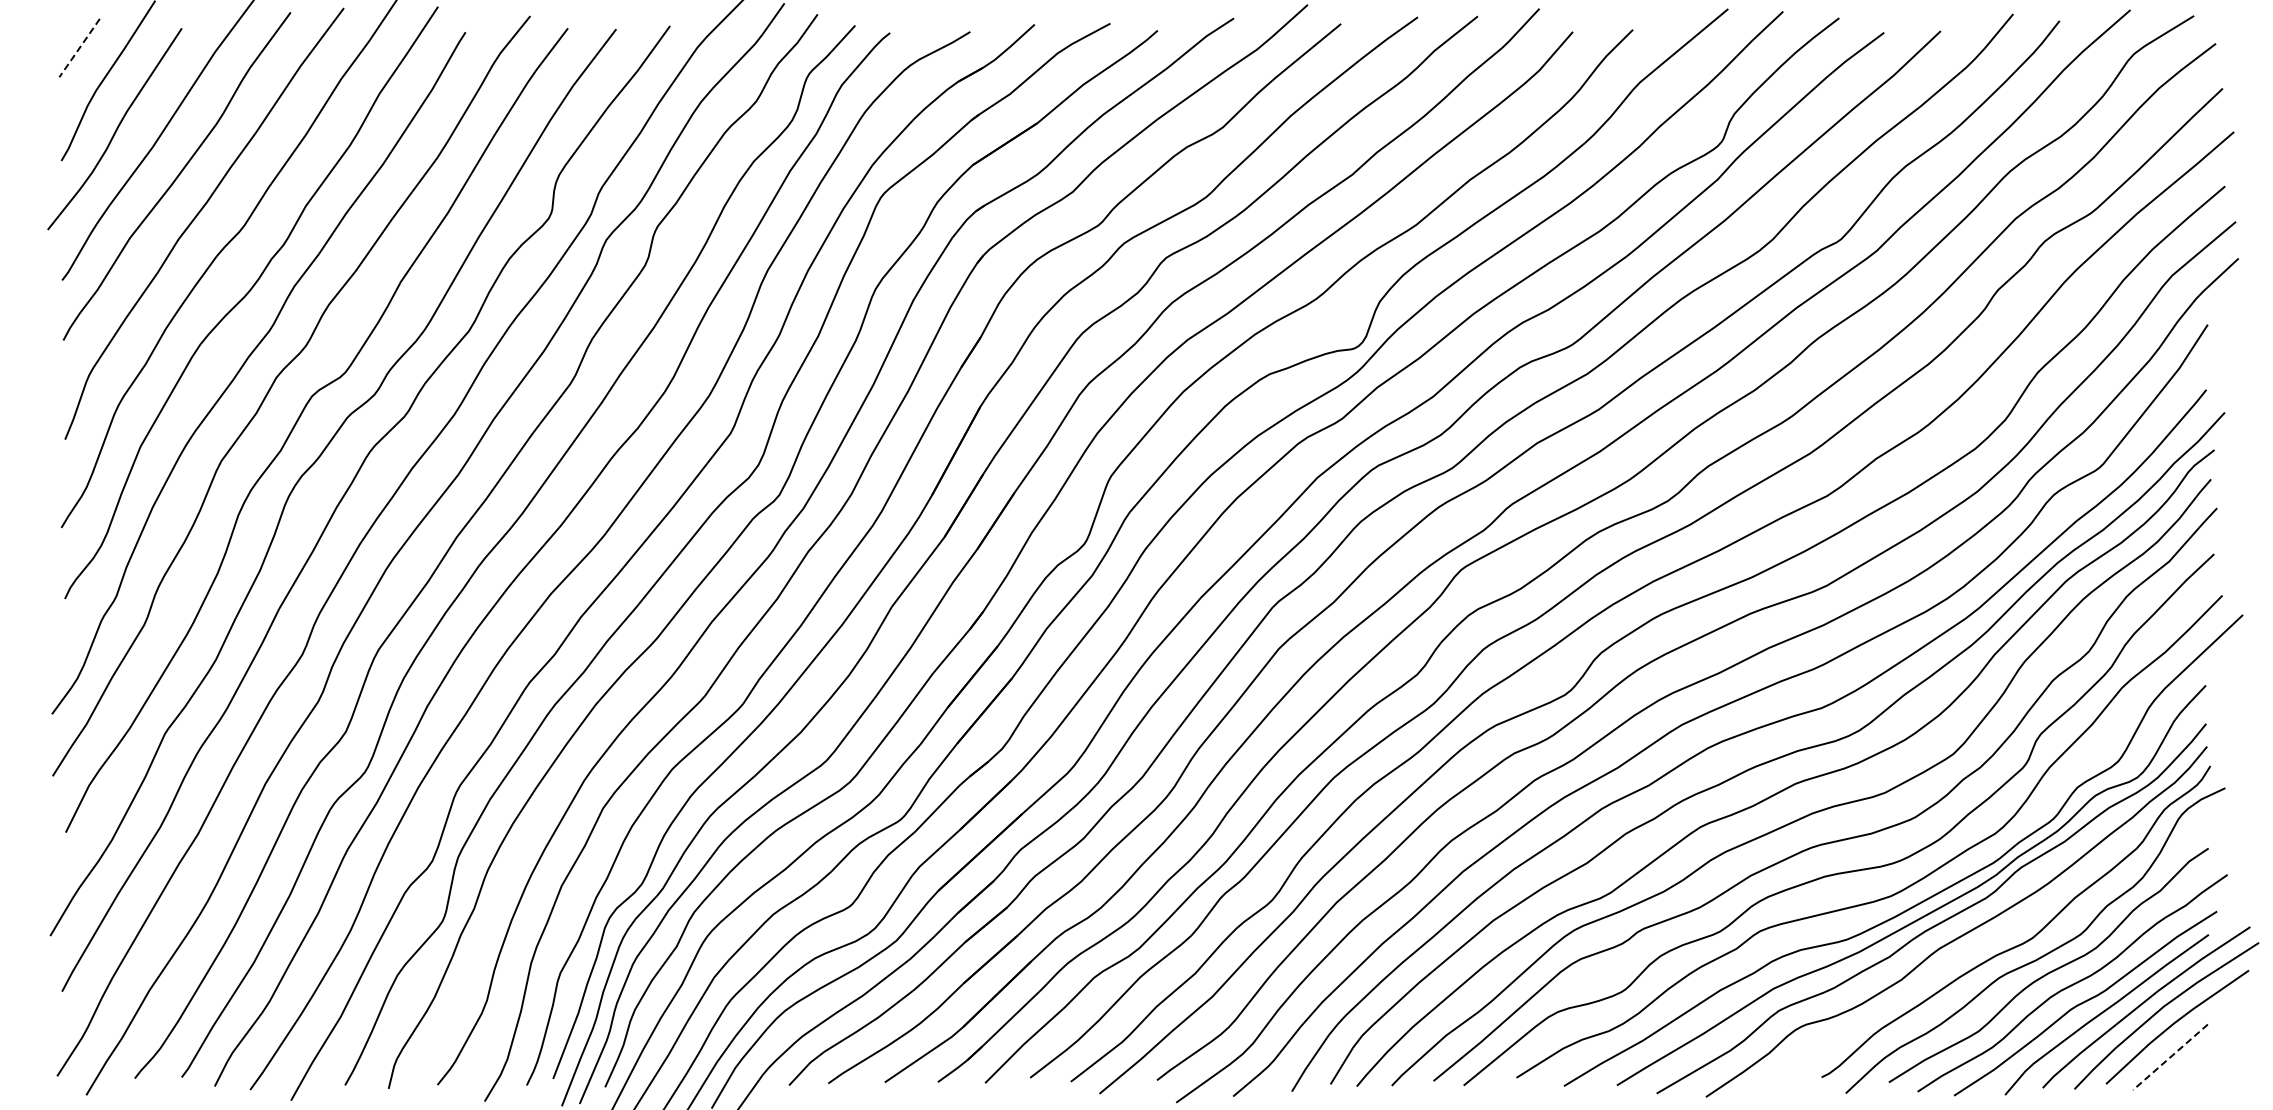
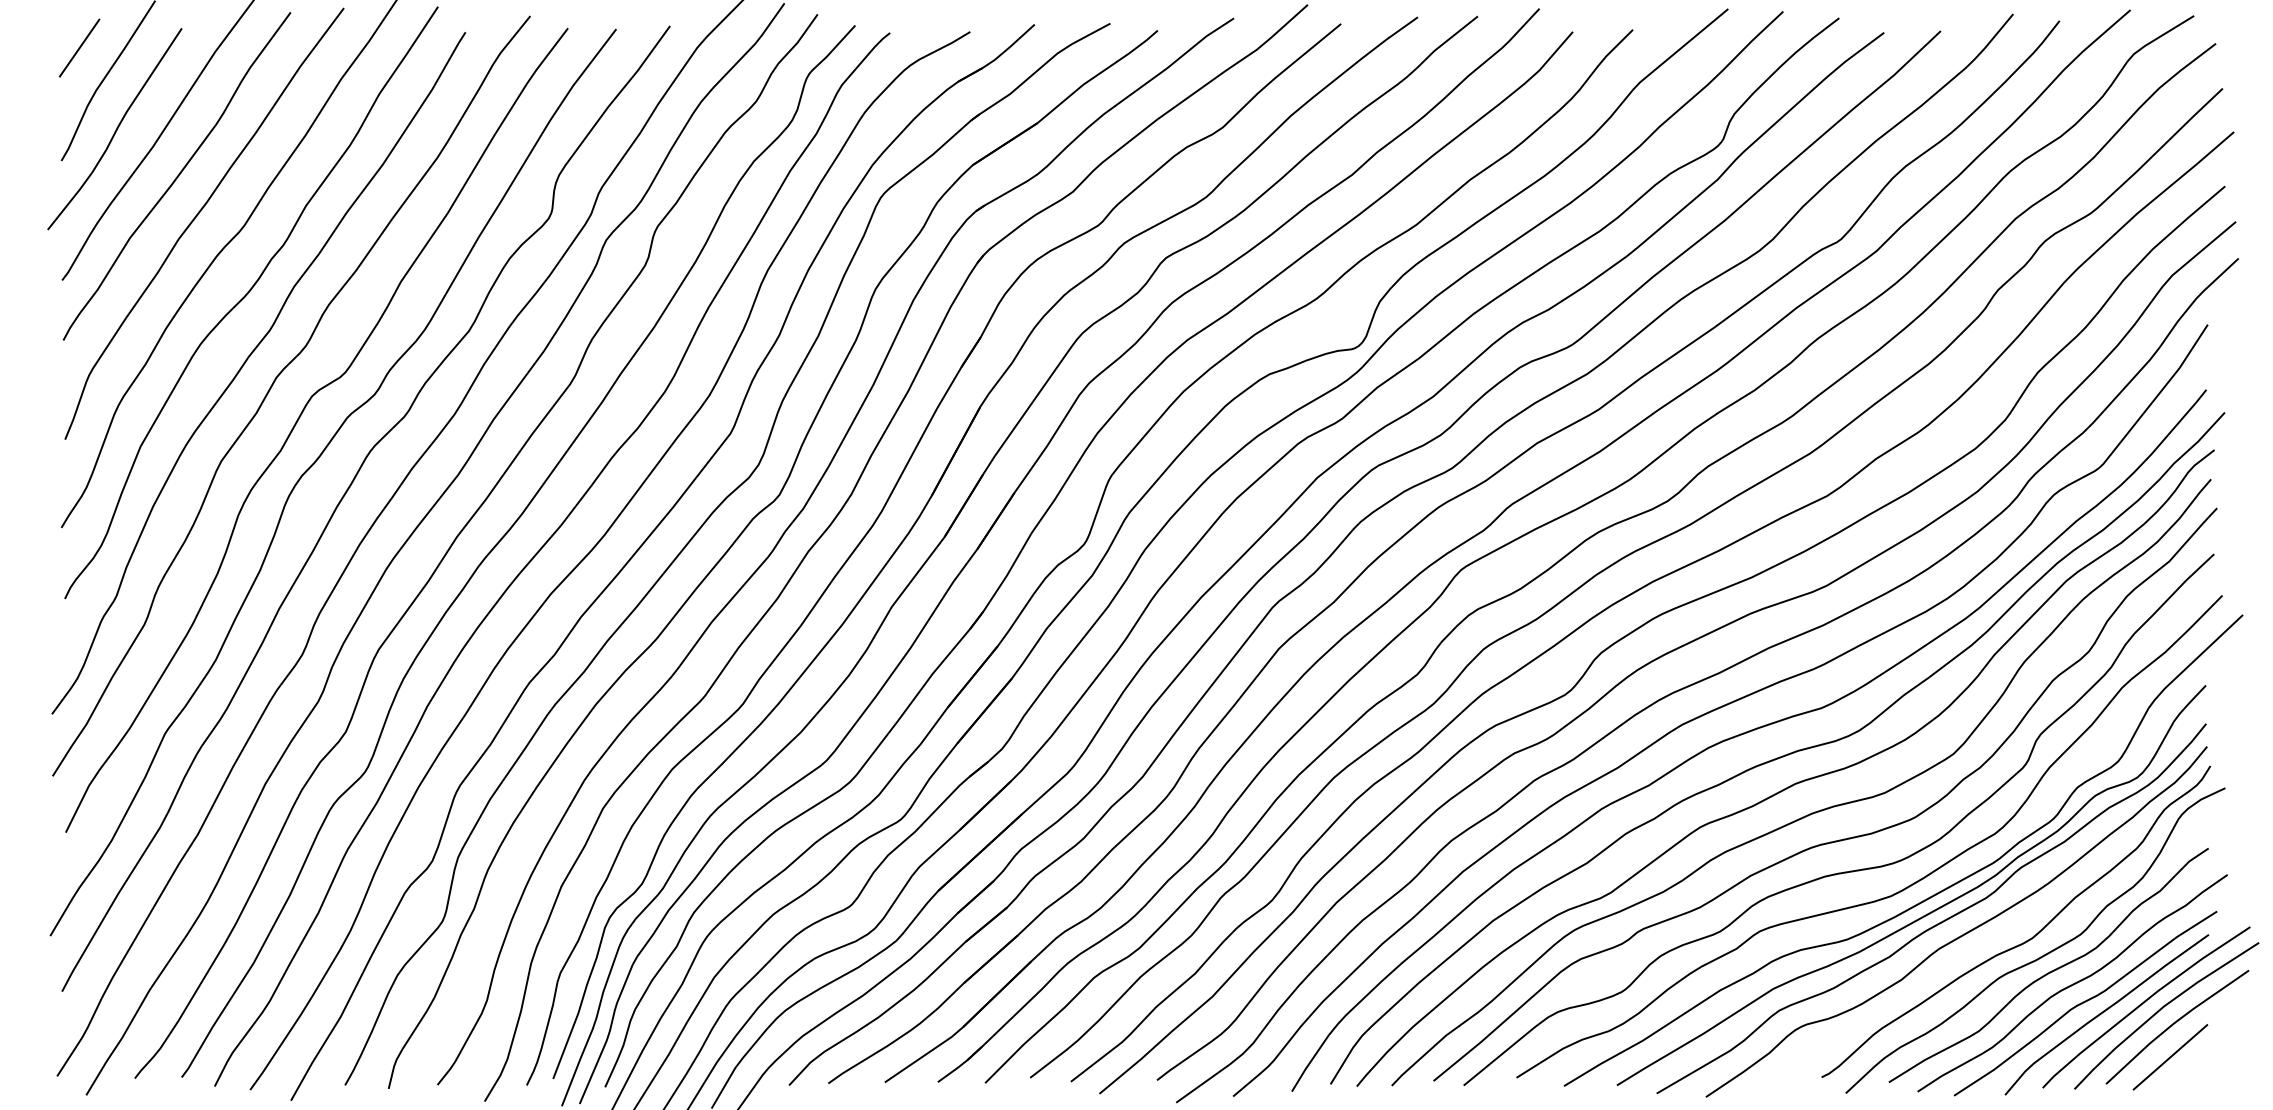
line at (79, 48): dashed -> solid
line at (2170, 1057): dashed -> solid
